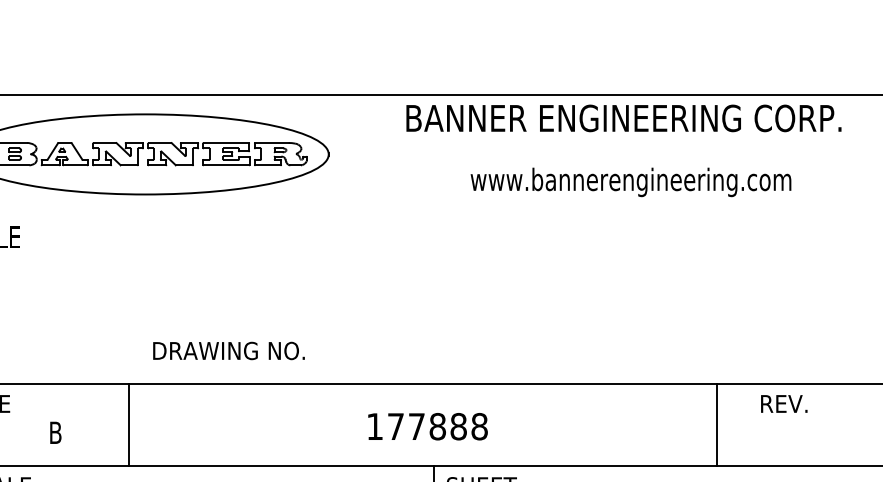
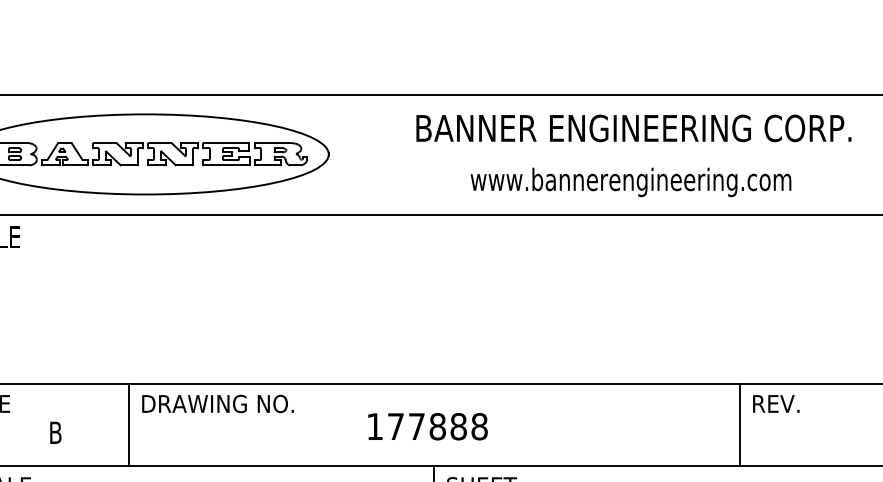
text at (623, 118) position: (623, 118) -> (633, 128)
line at (440, 215): none -> present
text at (228, 350) position: (228, 350) -> (217, 403)
text at (784, 403) position: (784, 403) -> (776, 403)
line at (716, 424) position: (716, 424) -> (739, 424)
